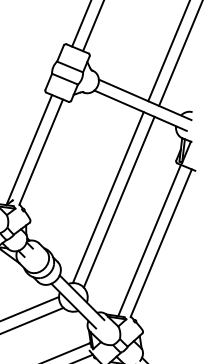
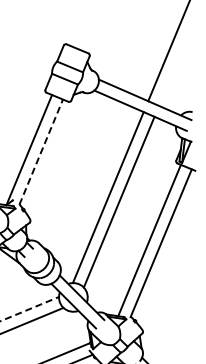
line at (81, 24): present -> none
line at (93, 26): present -> none
line at (180, 53): present -> none
line at (41, 152): solid -> dashed
line at (29, 309): solid -> dashed
